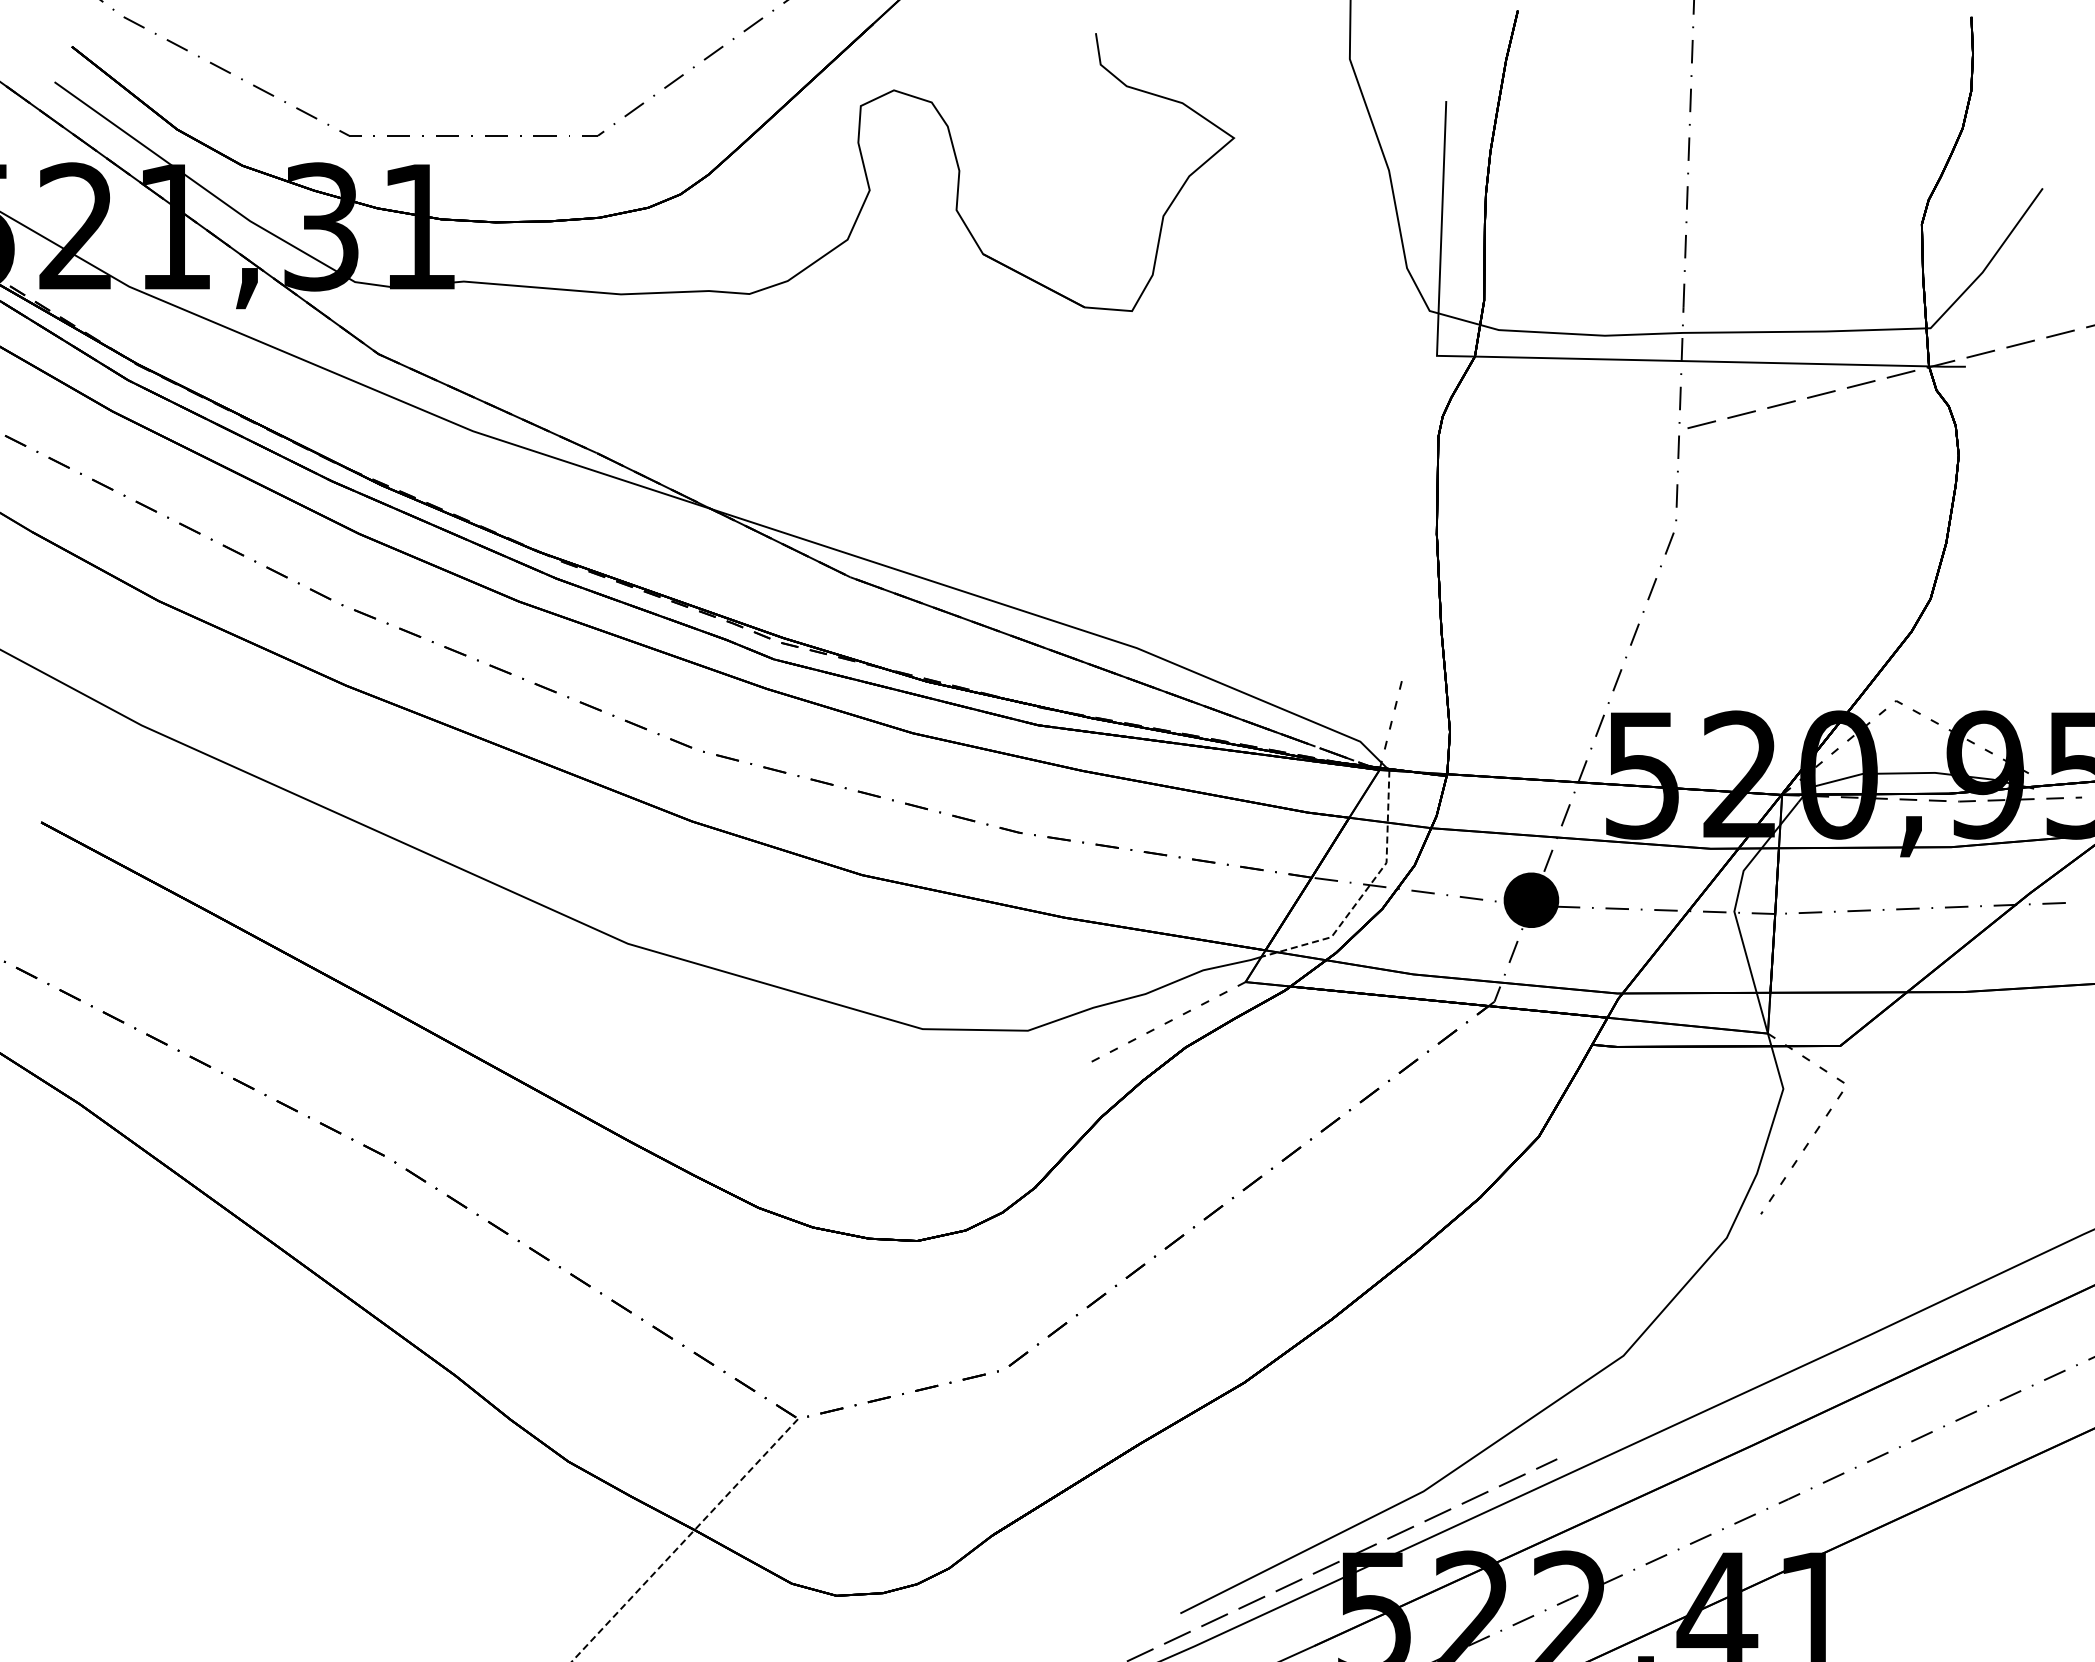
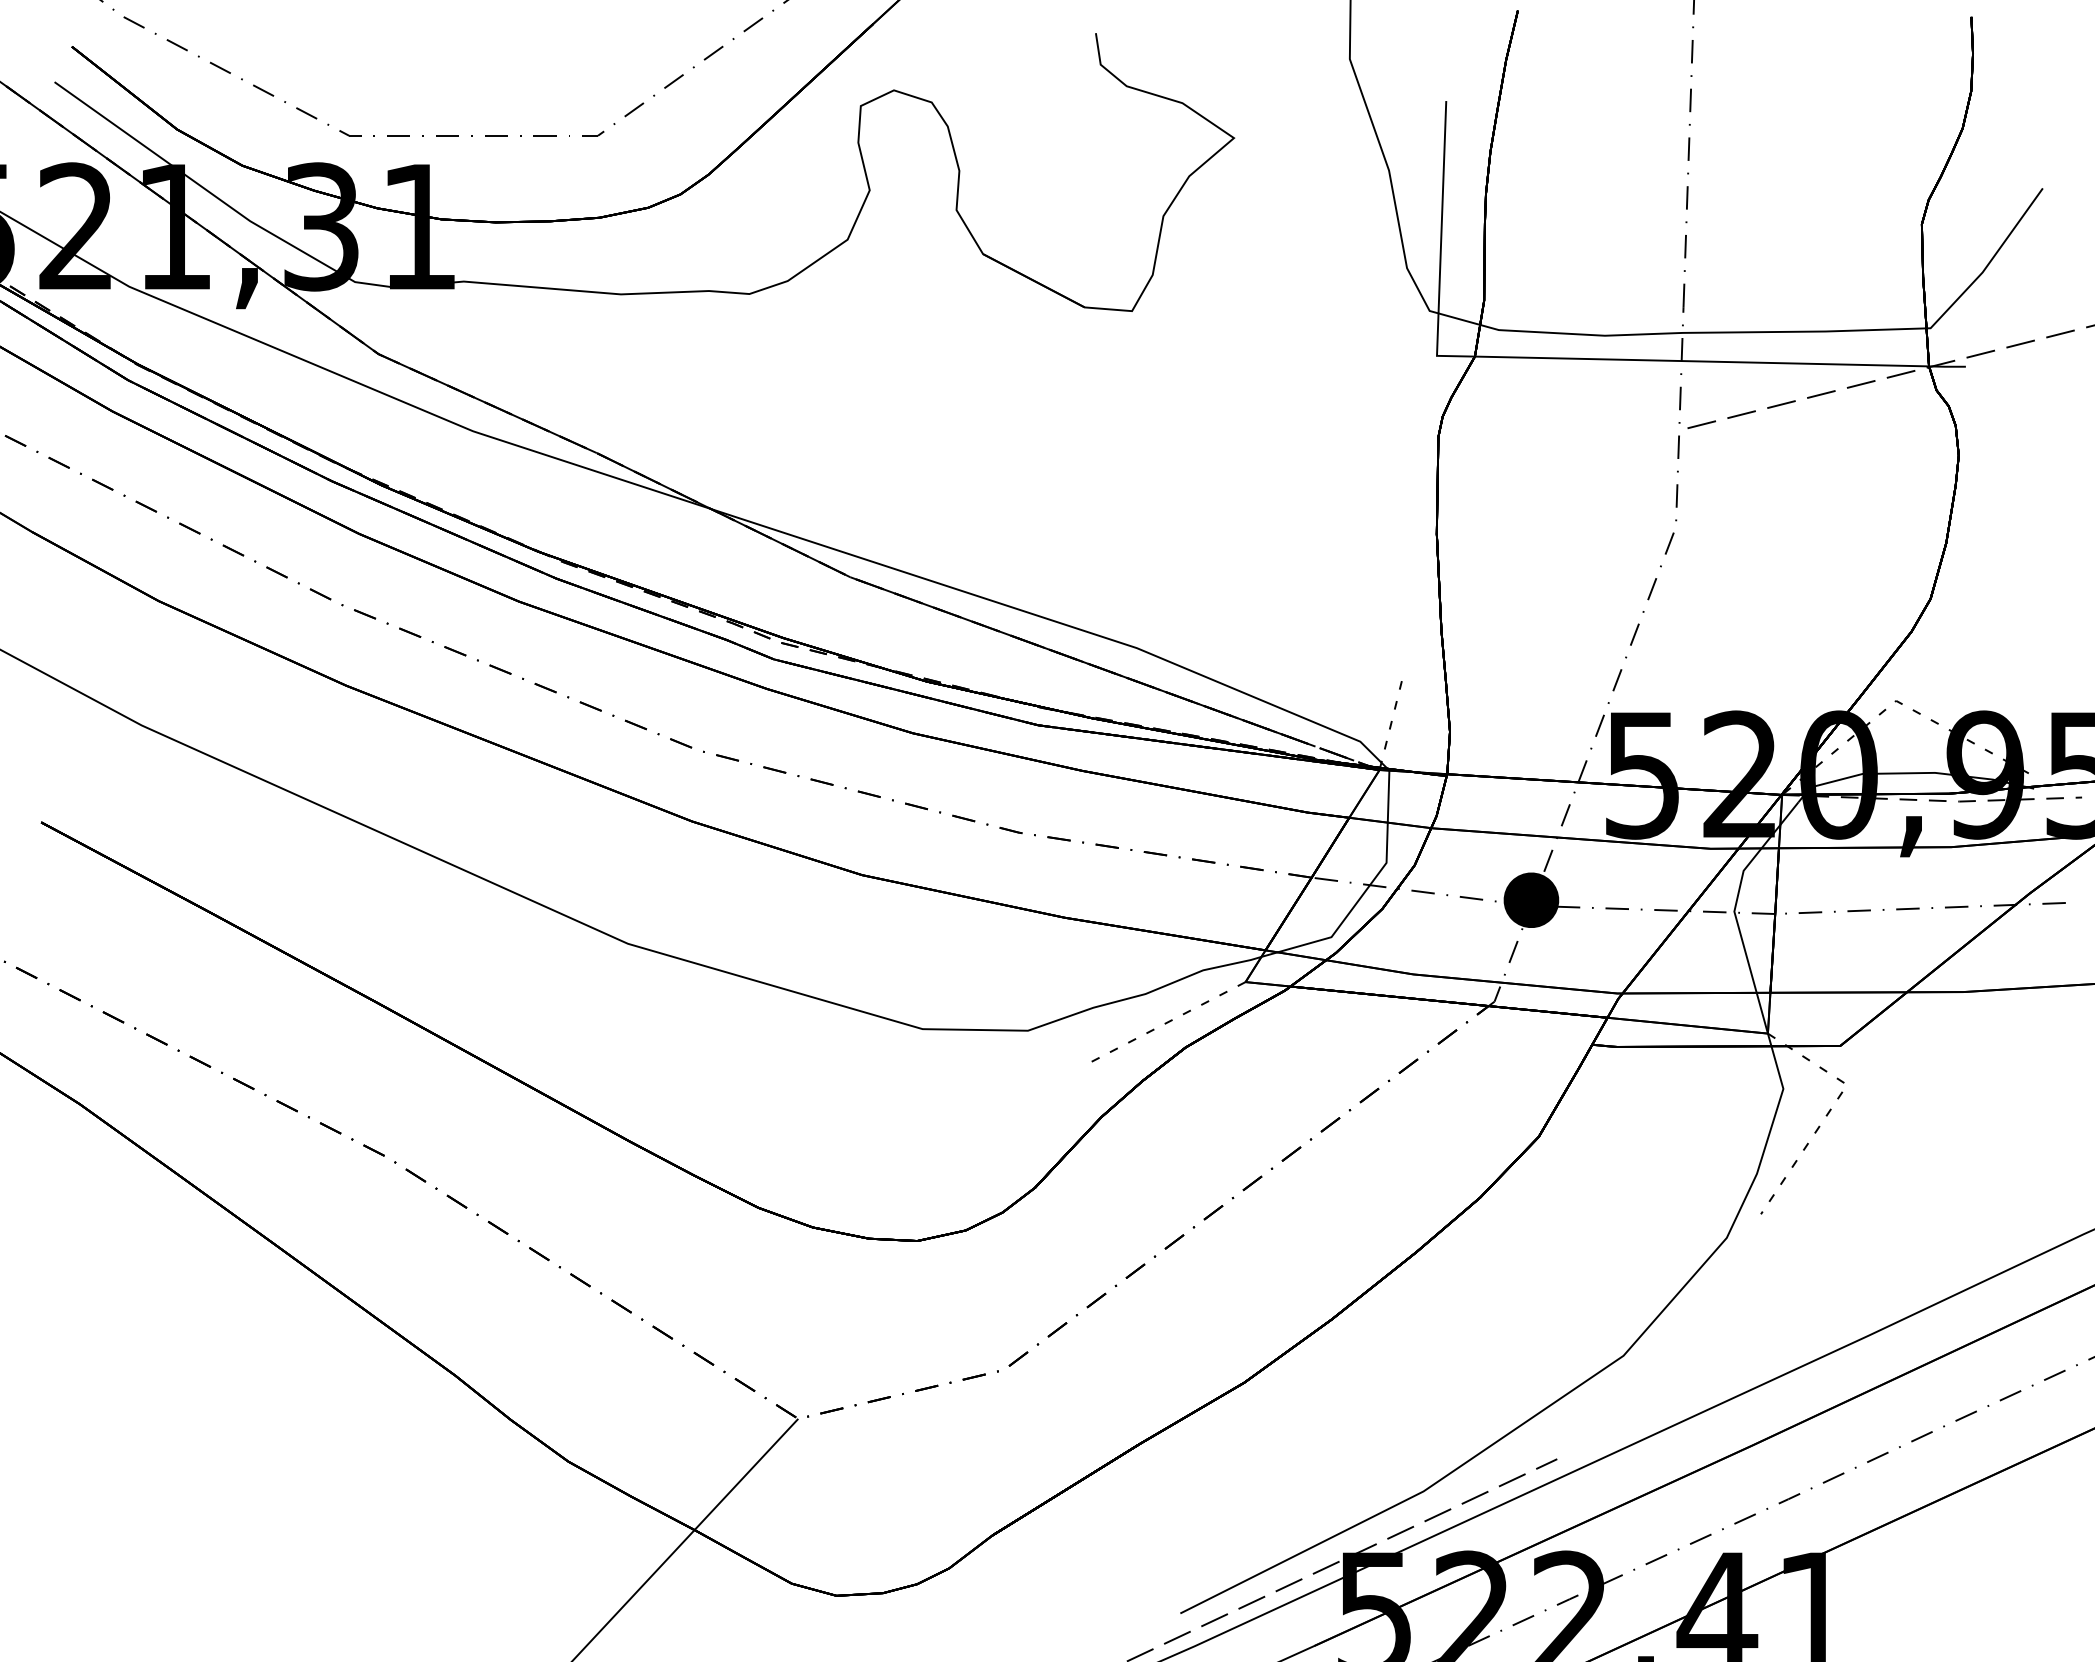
line at (1364, 892): dashed -> solid
line at (685, 1540): dashed -> solid
